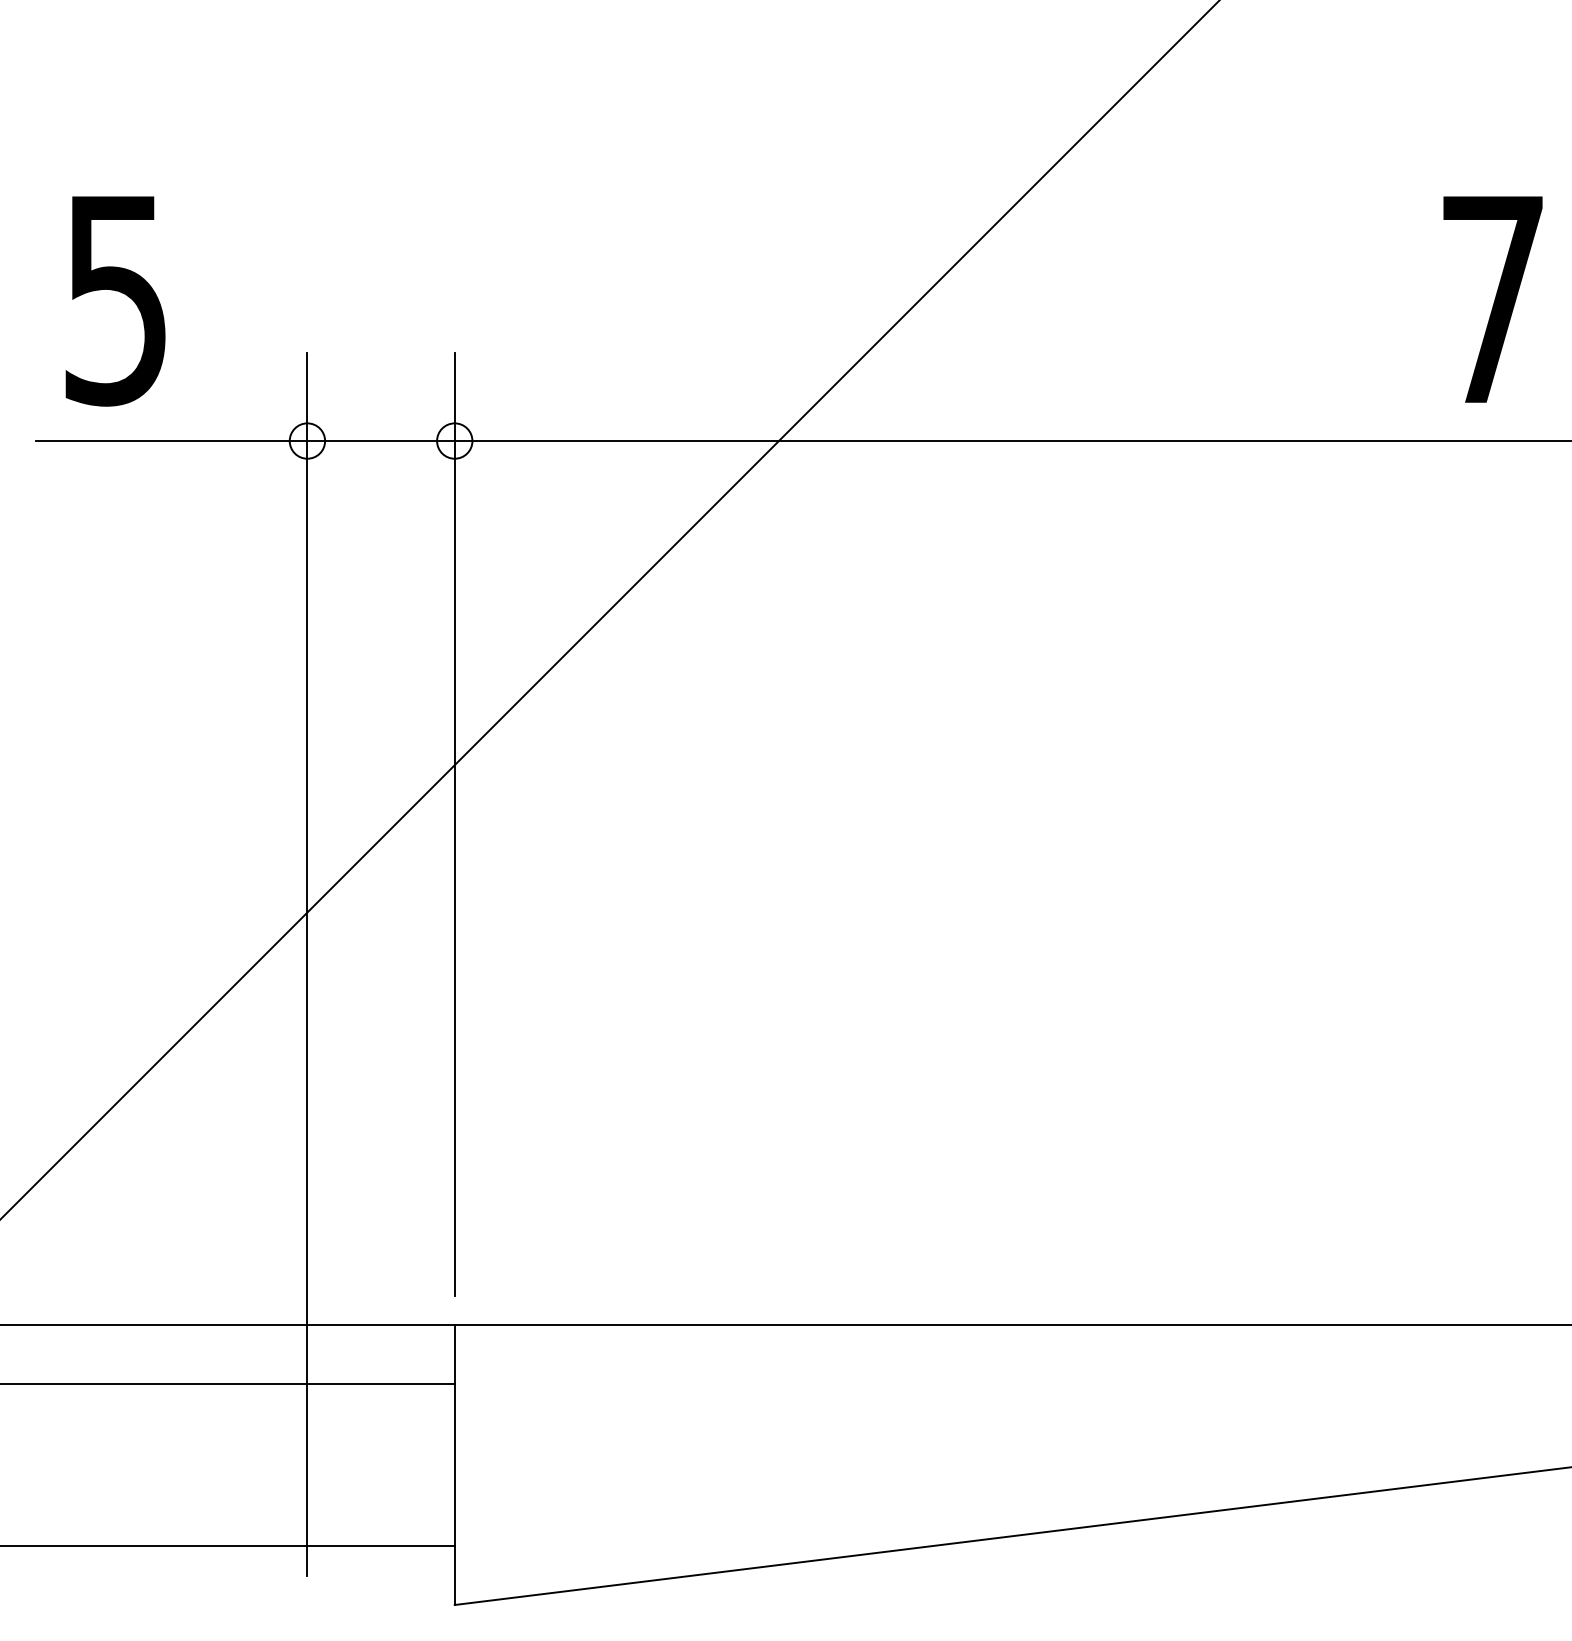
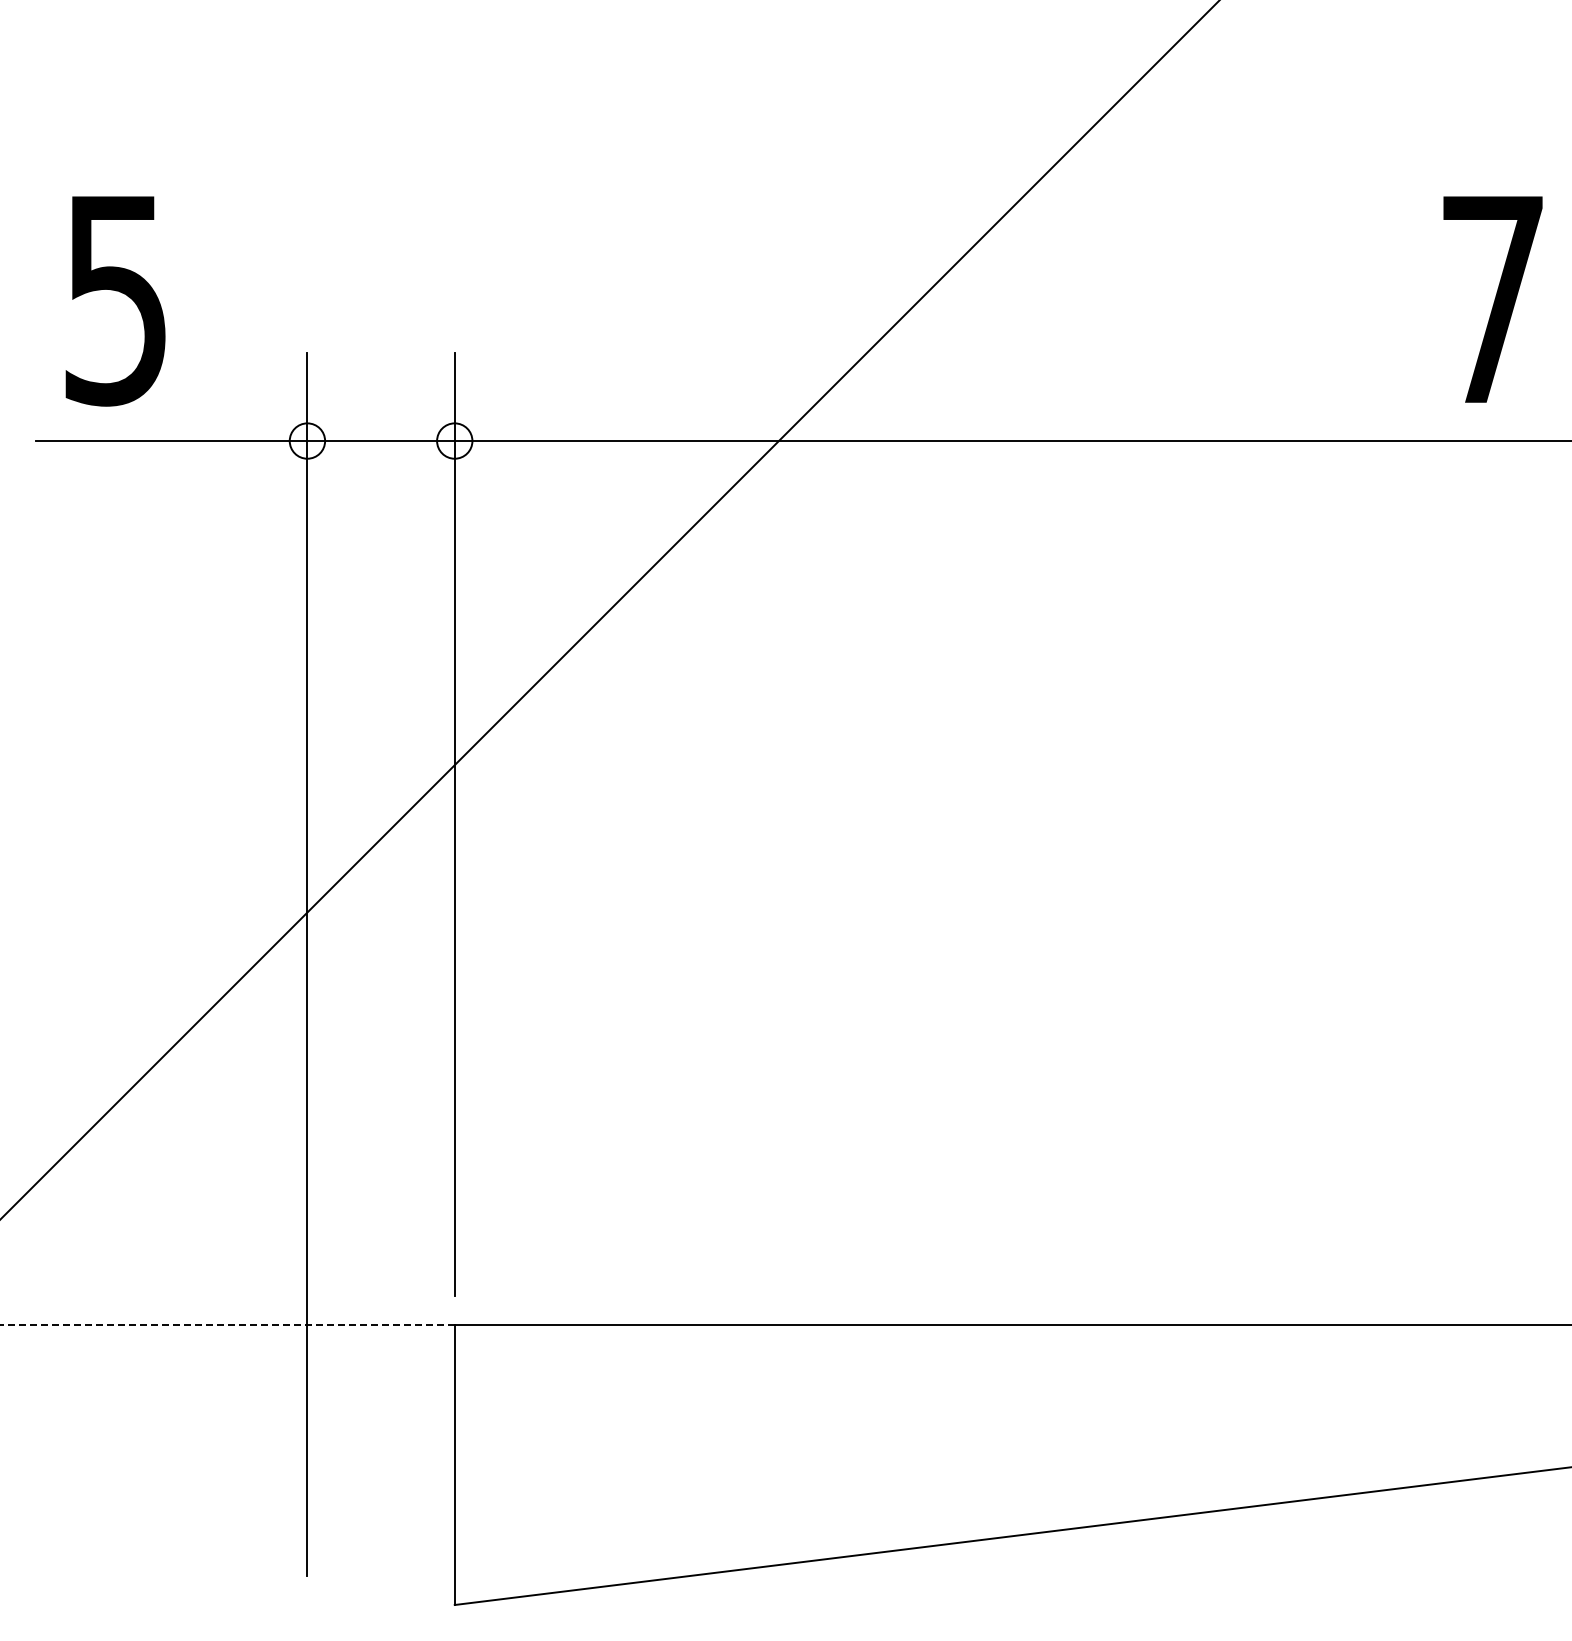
line at (227, 1325): solid -> dashed
line at (228, 1384): present -> none
line at (228, 1546): present -> none
